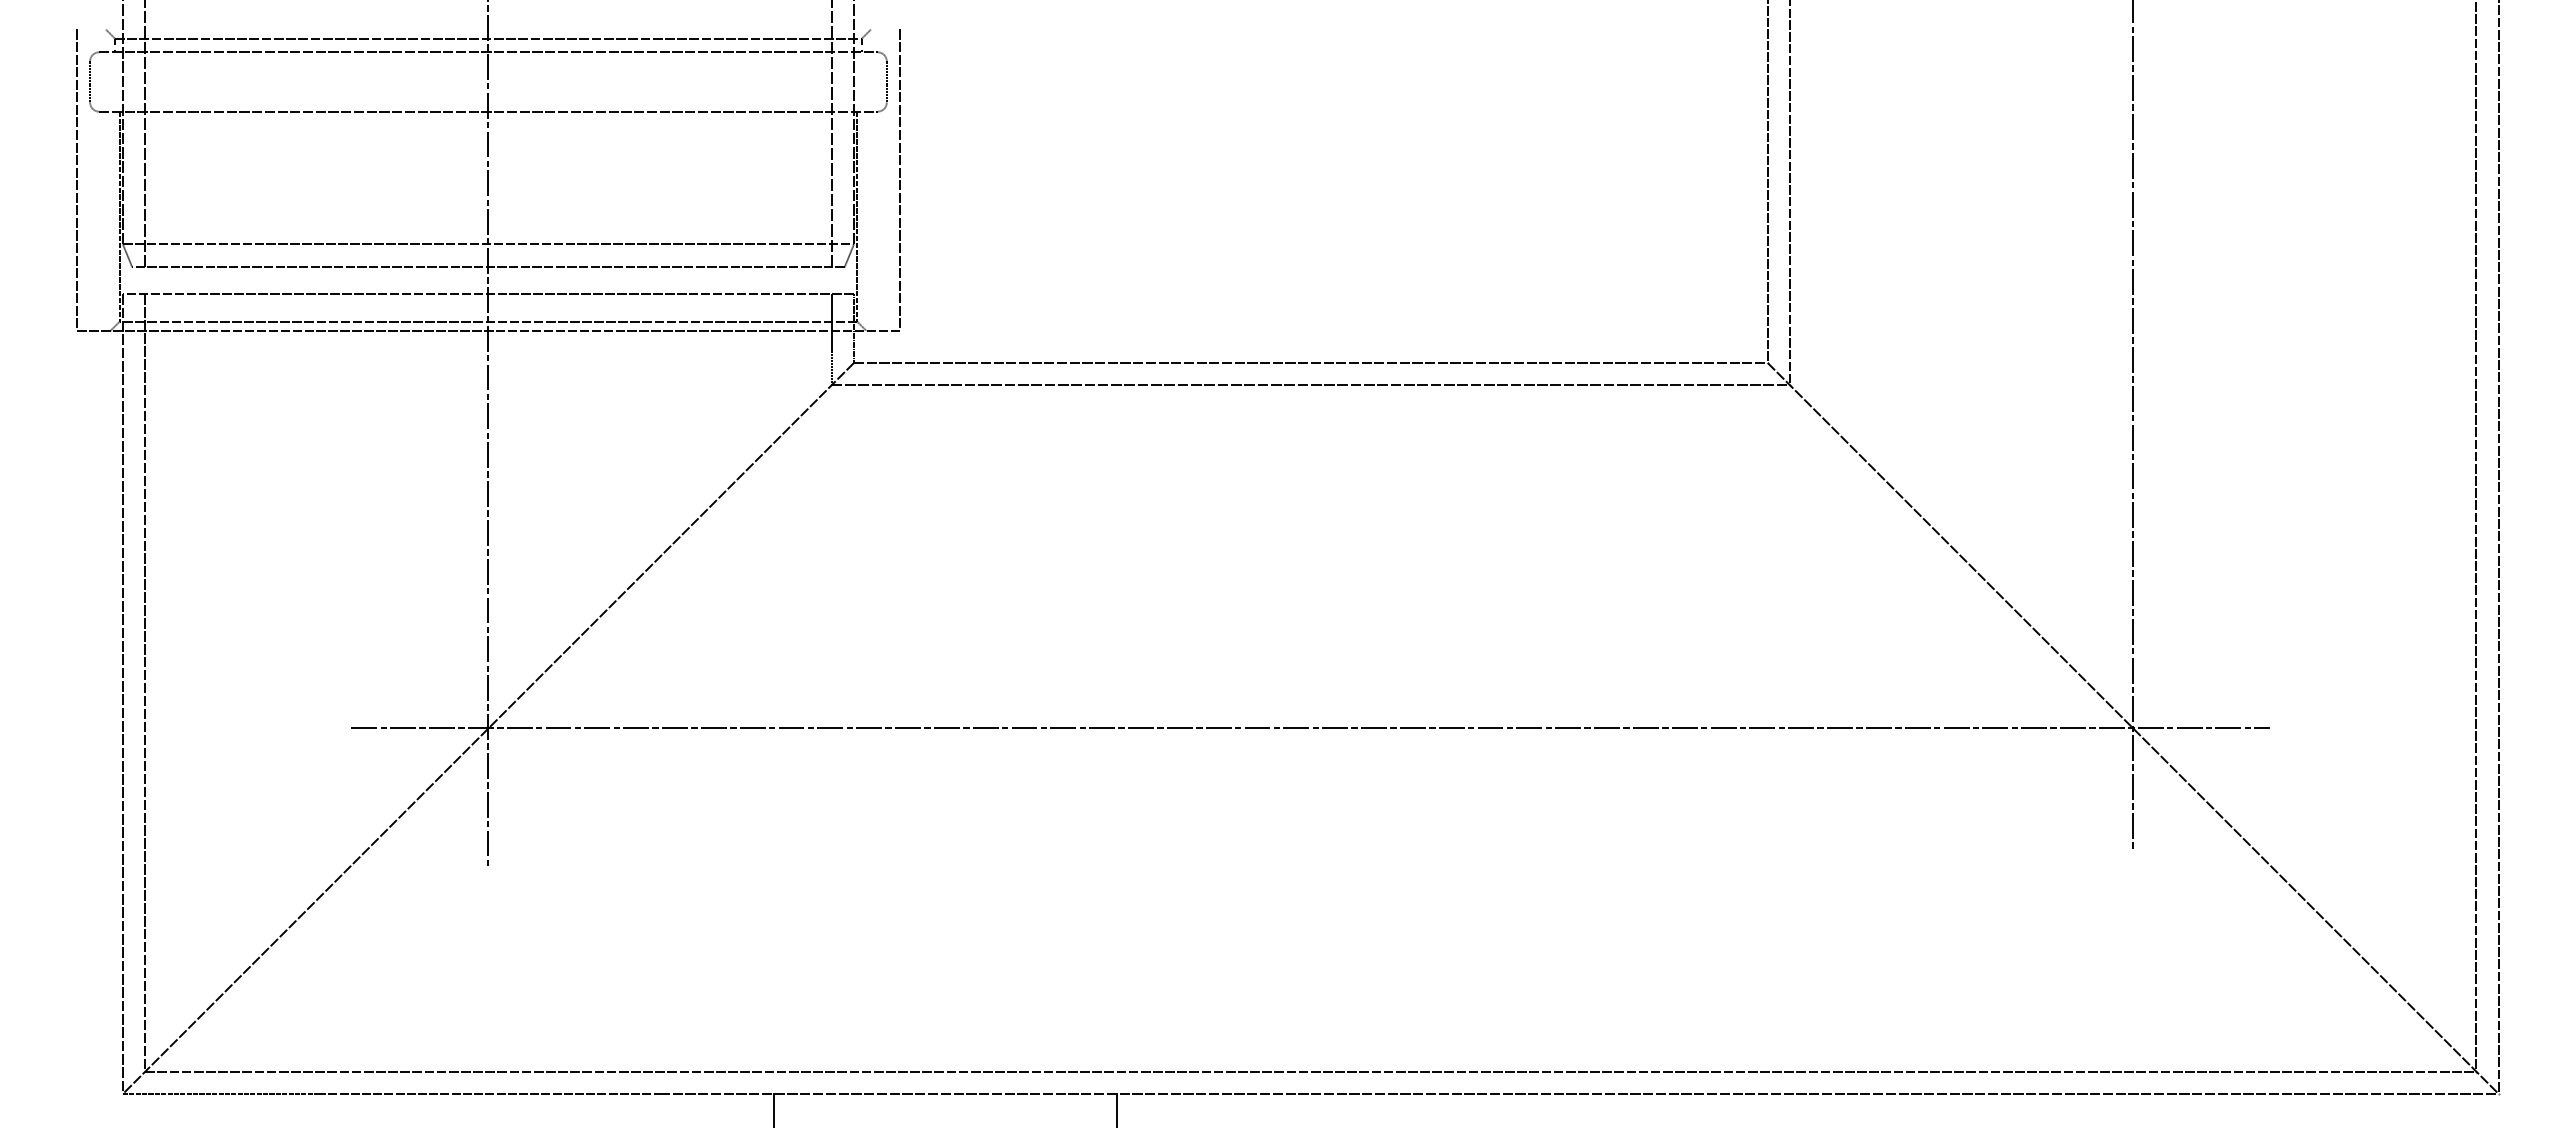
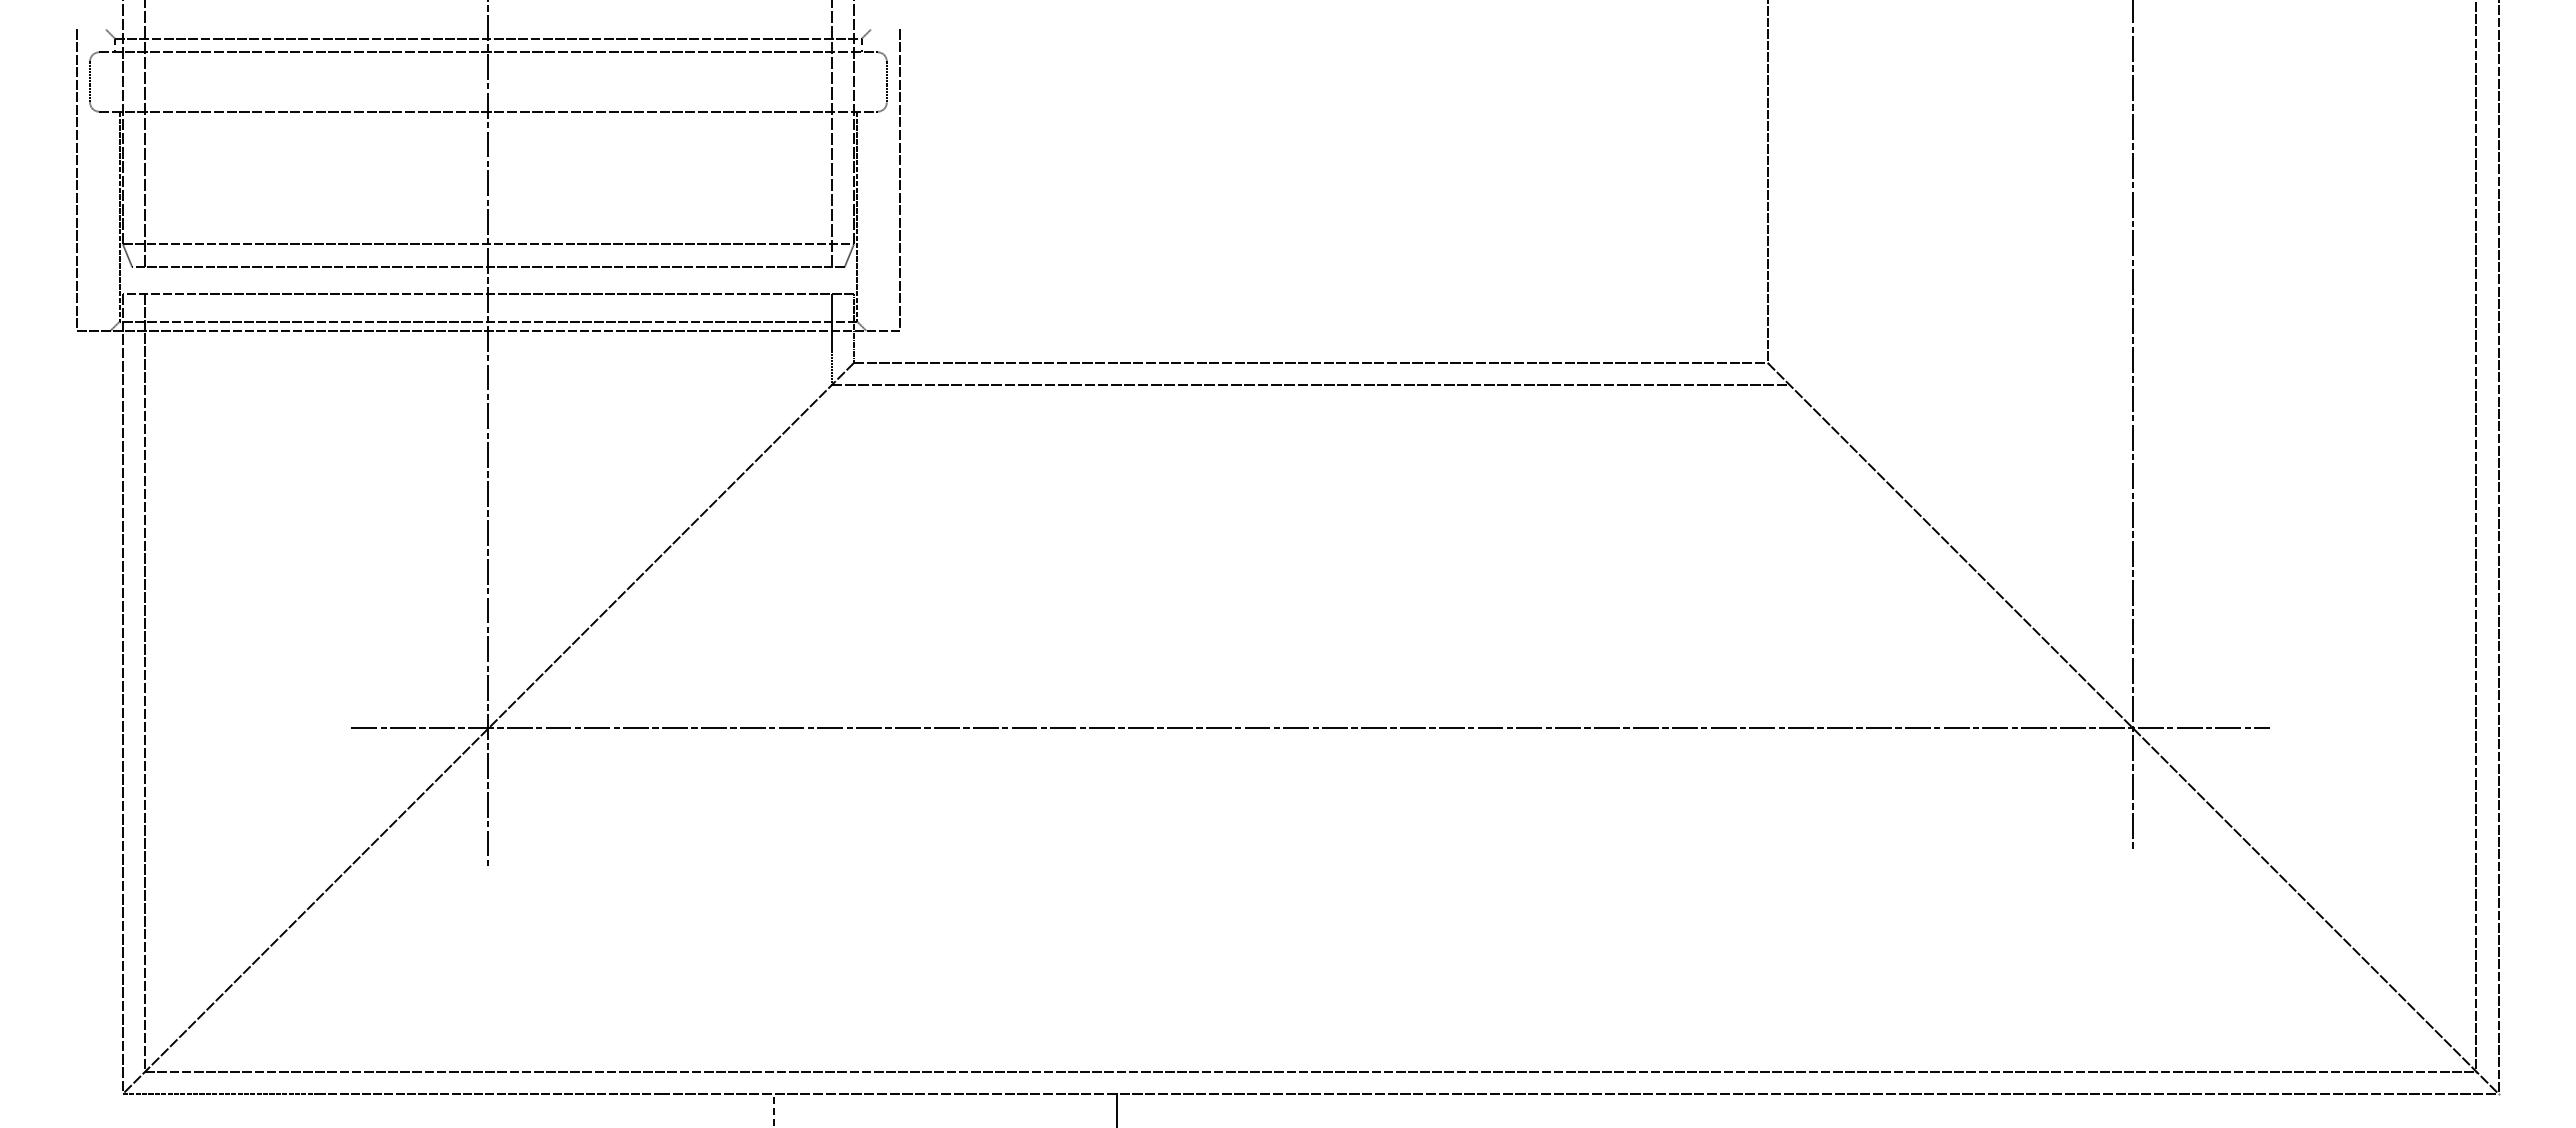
line at (1790, 193): present -> none
line at (774, 1110): solid -> dashed
